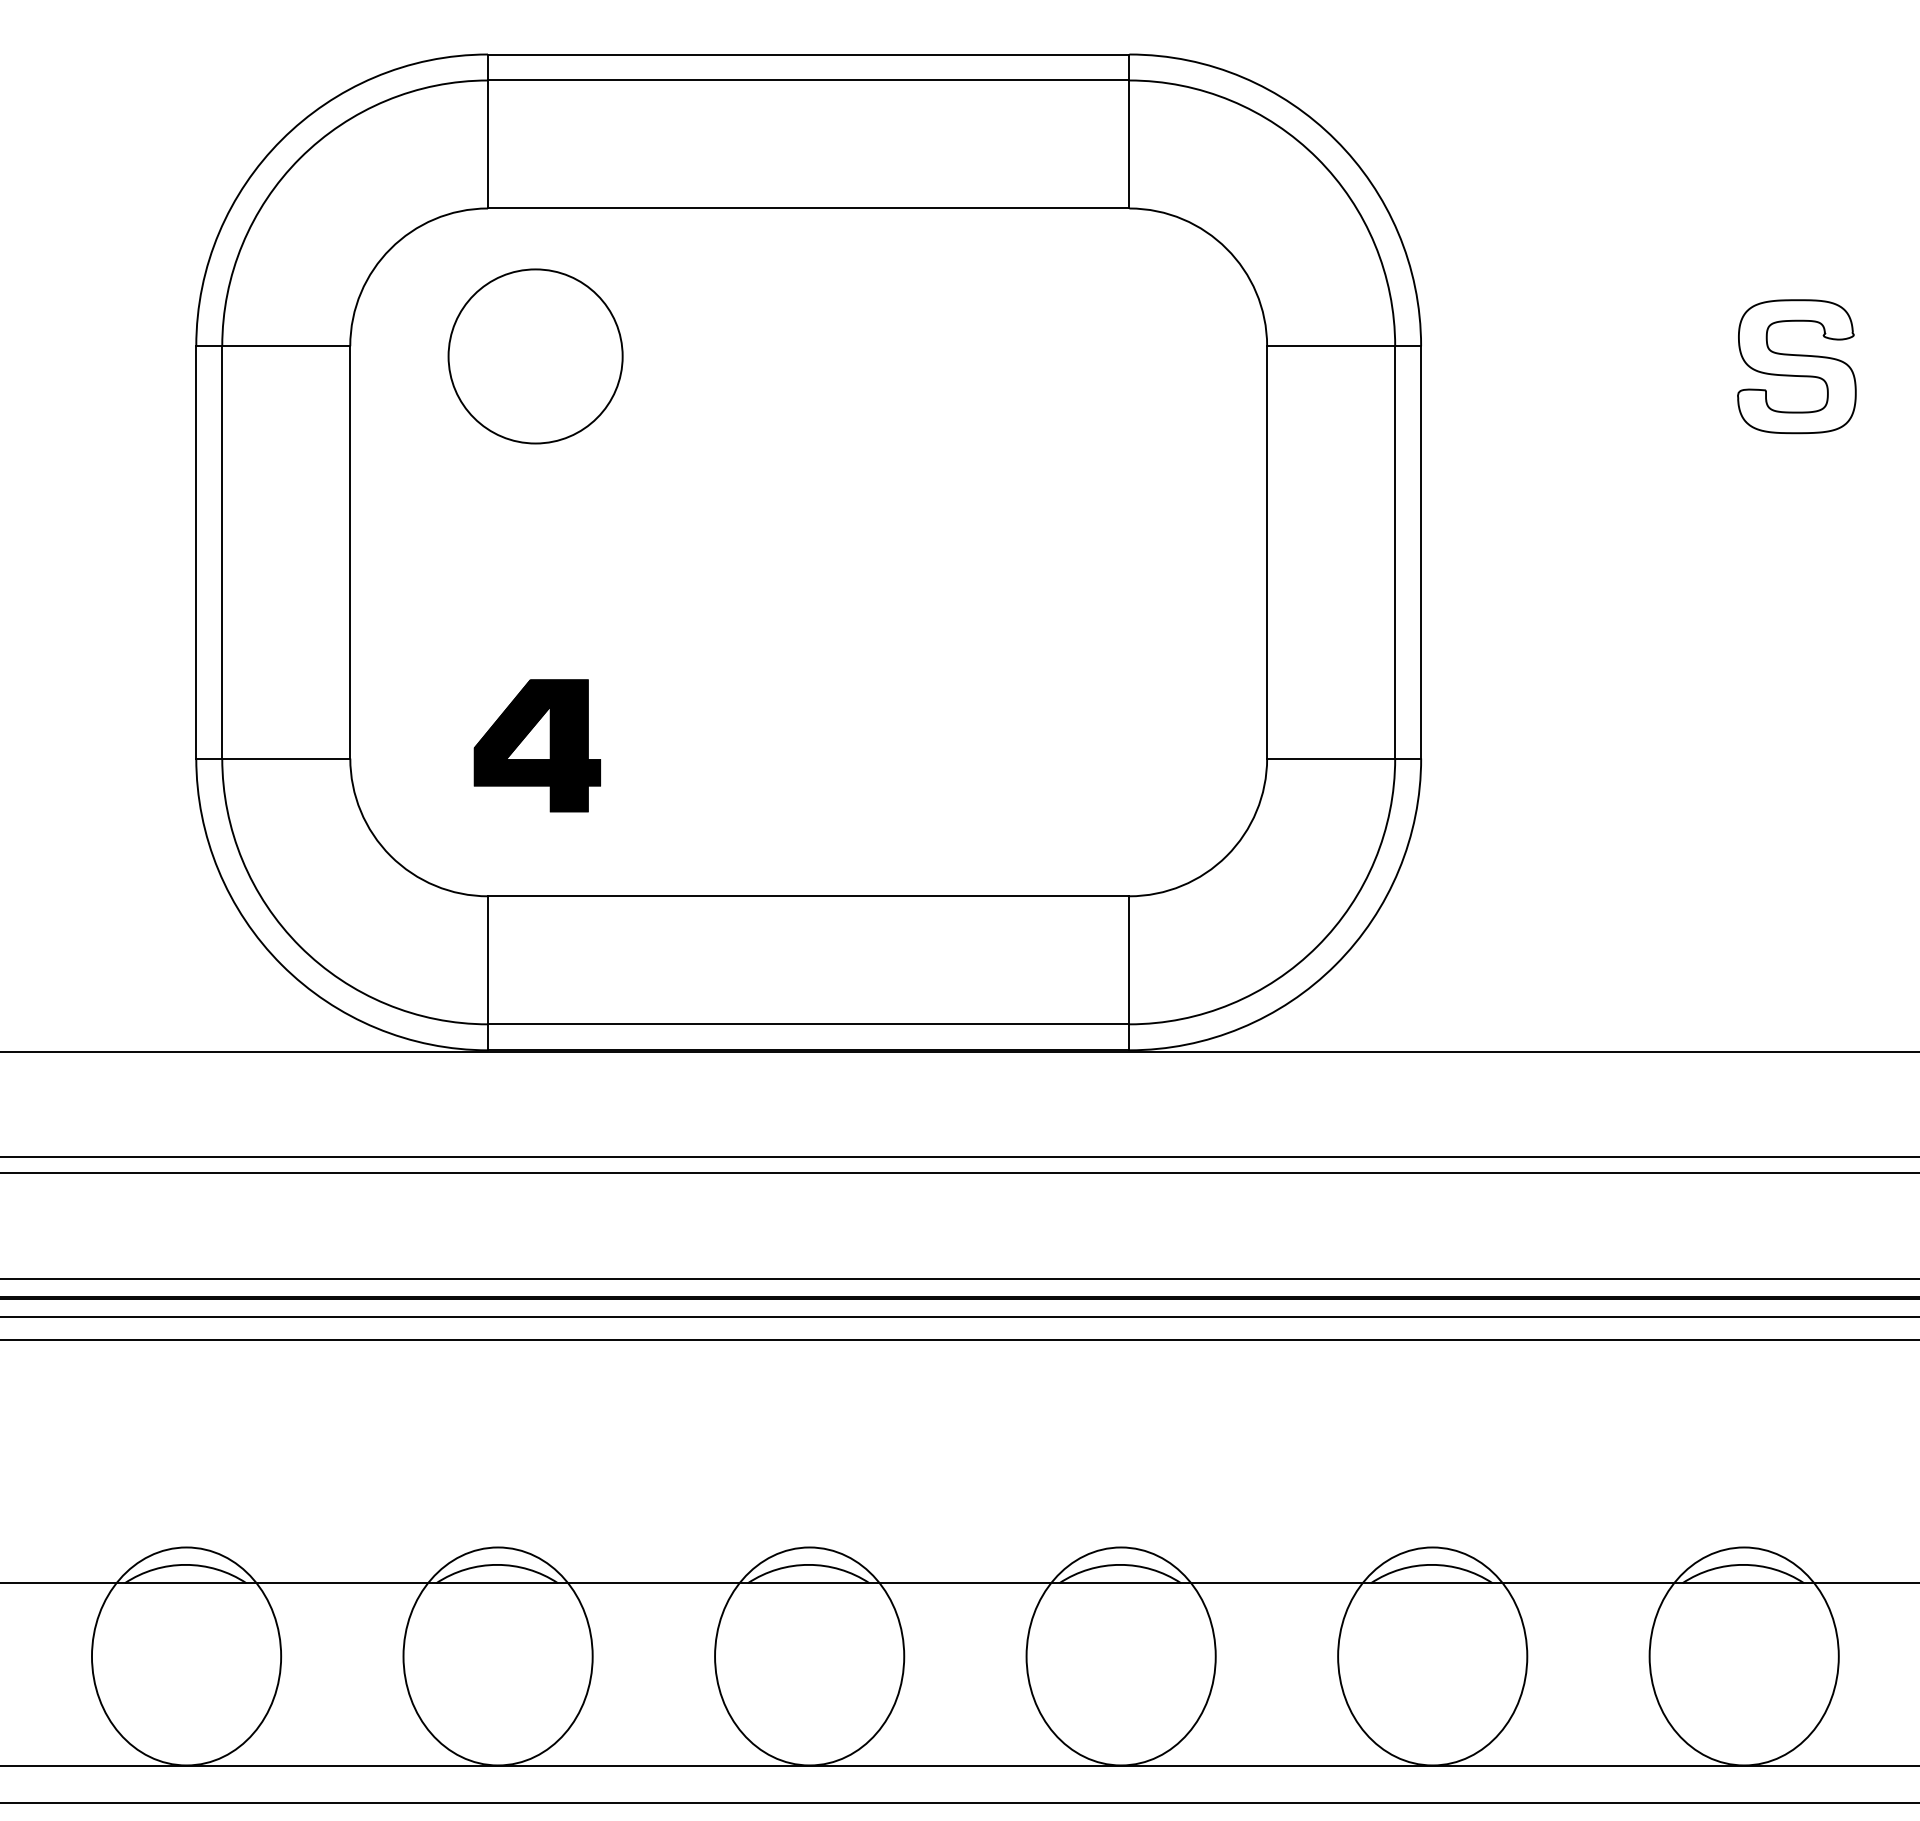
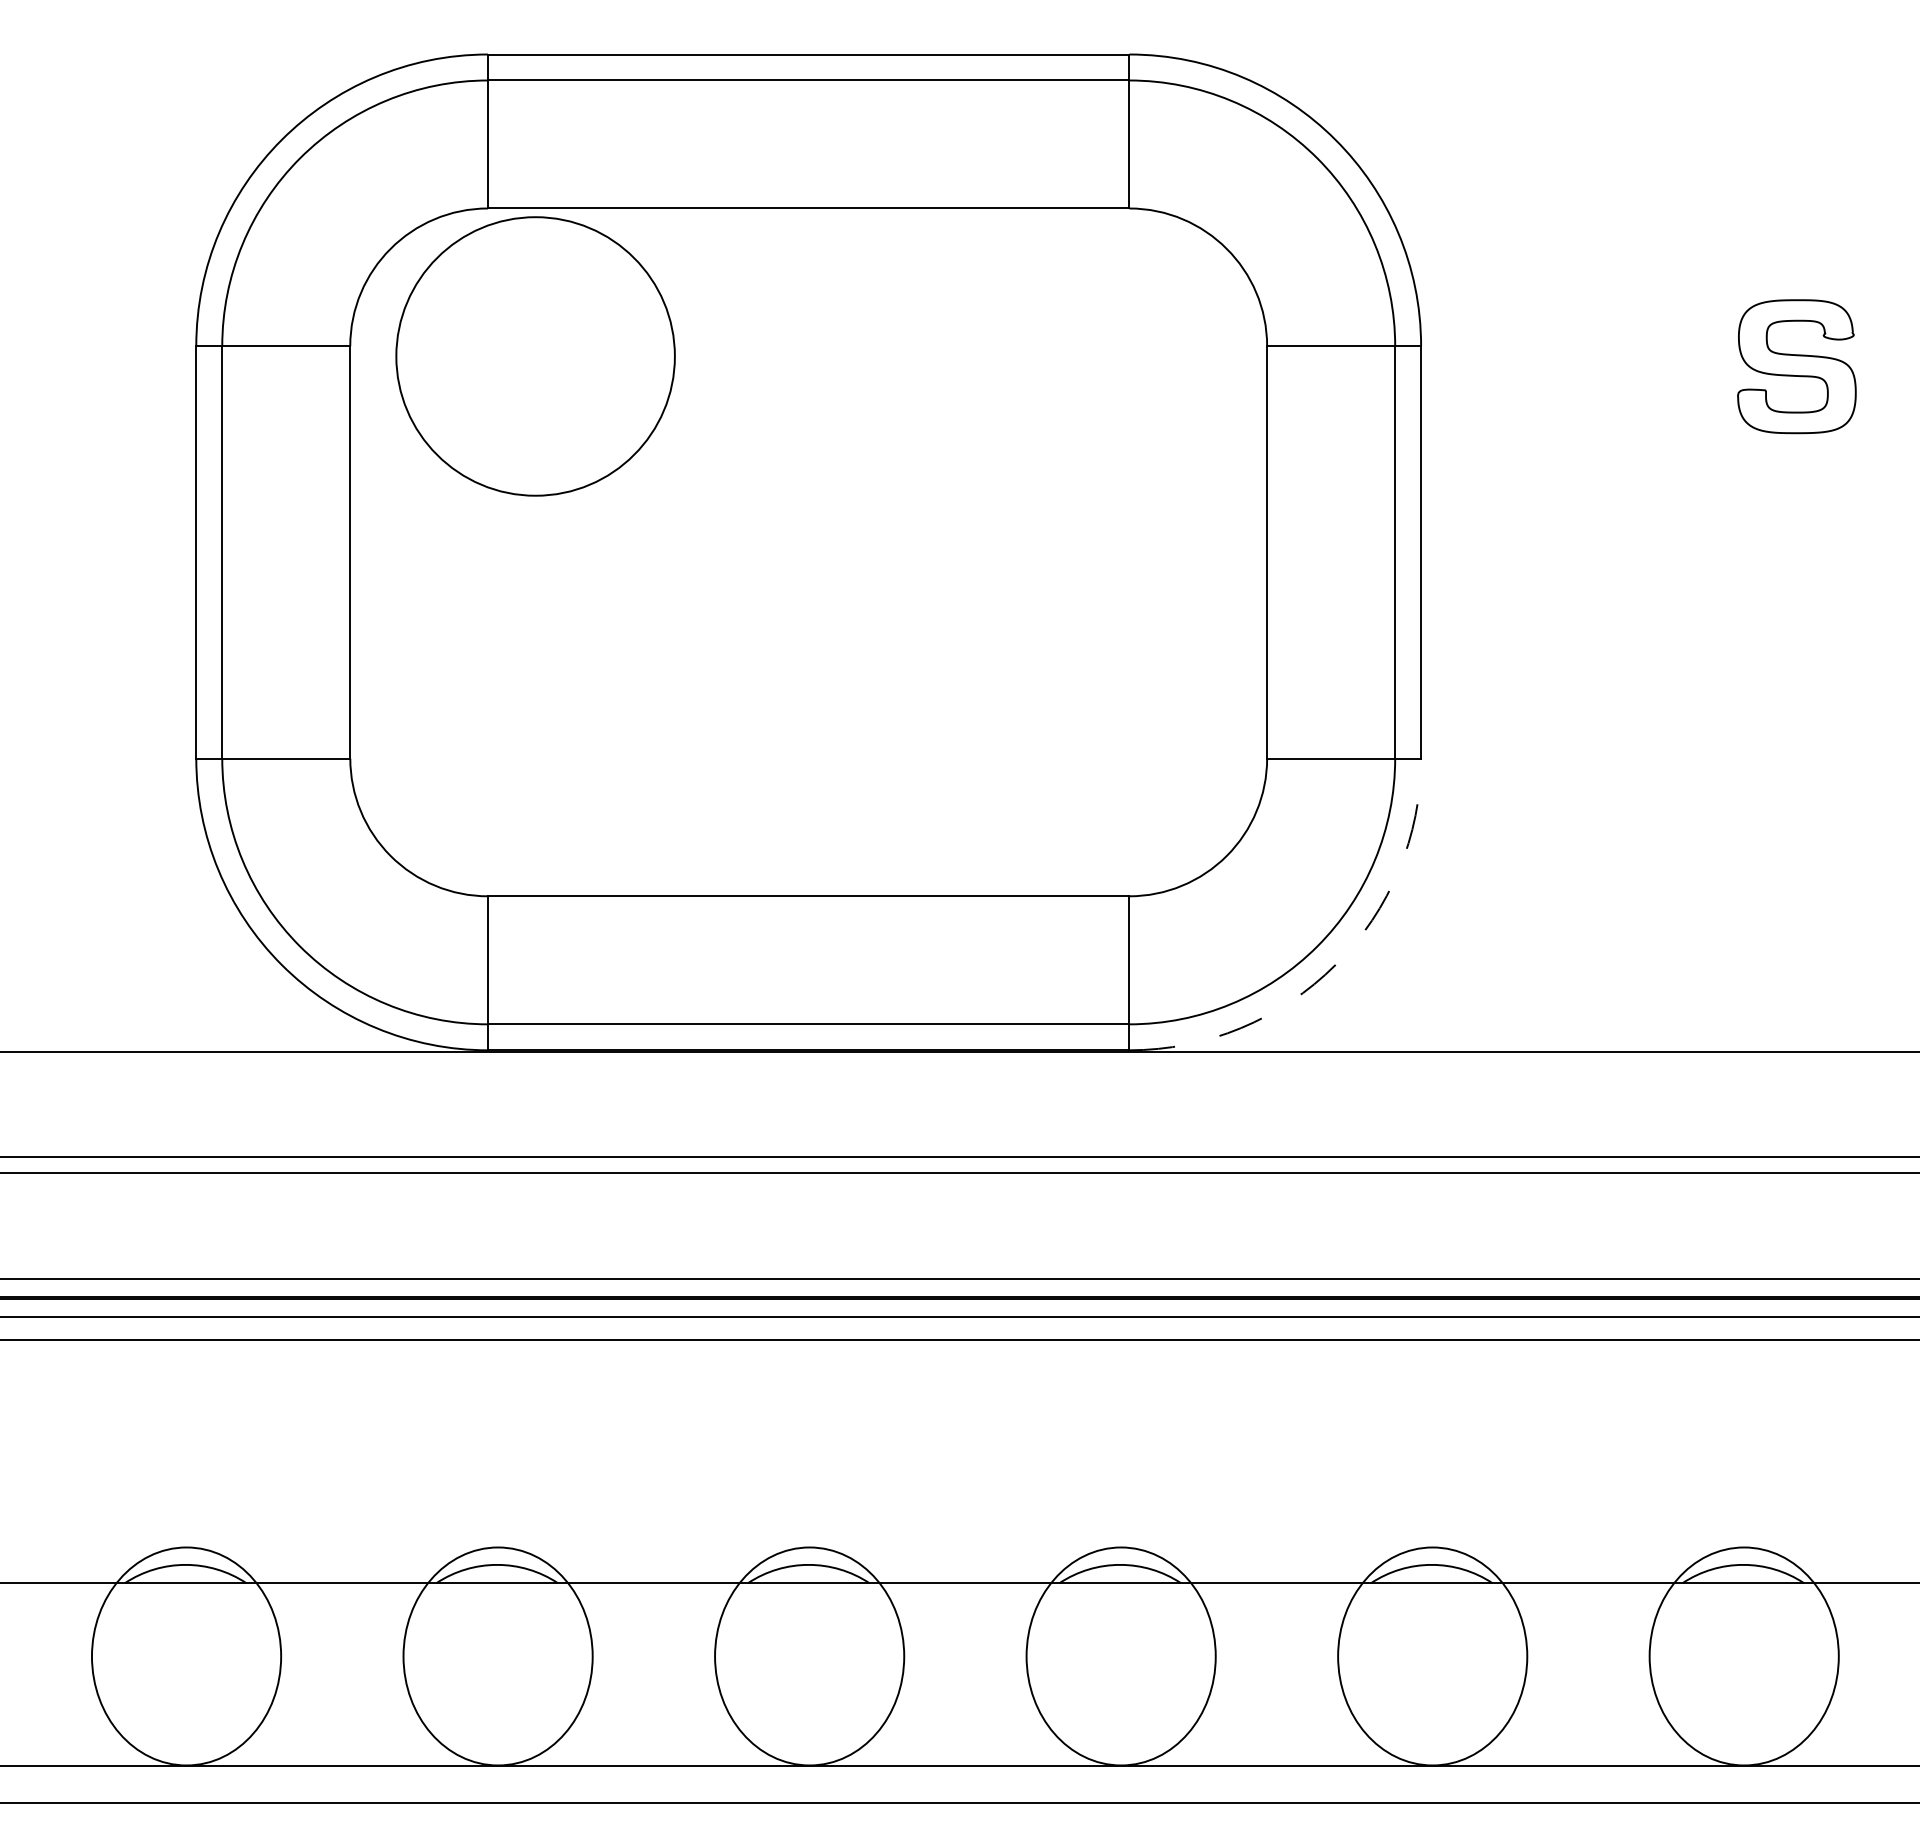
circle at (535, 356) diameter: 174 px -> 279 px
part at (536, 745): present -> none
arc at (1335, 964): solid -> dashed
